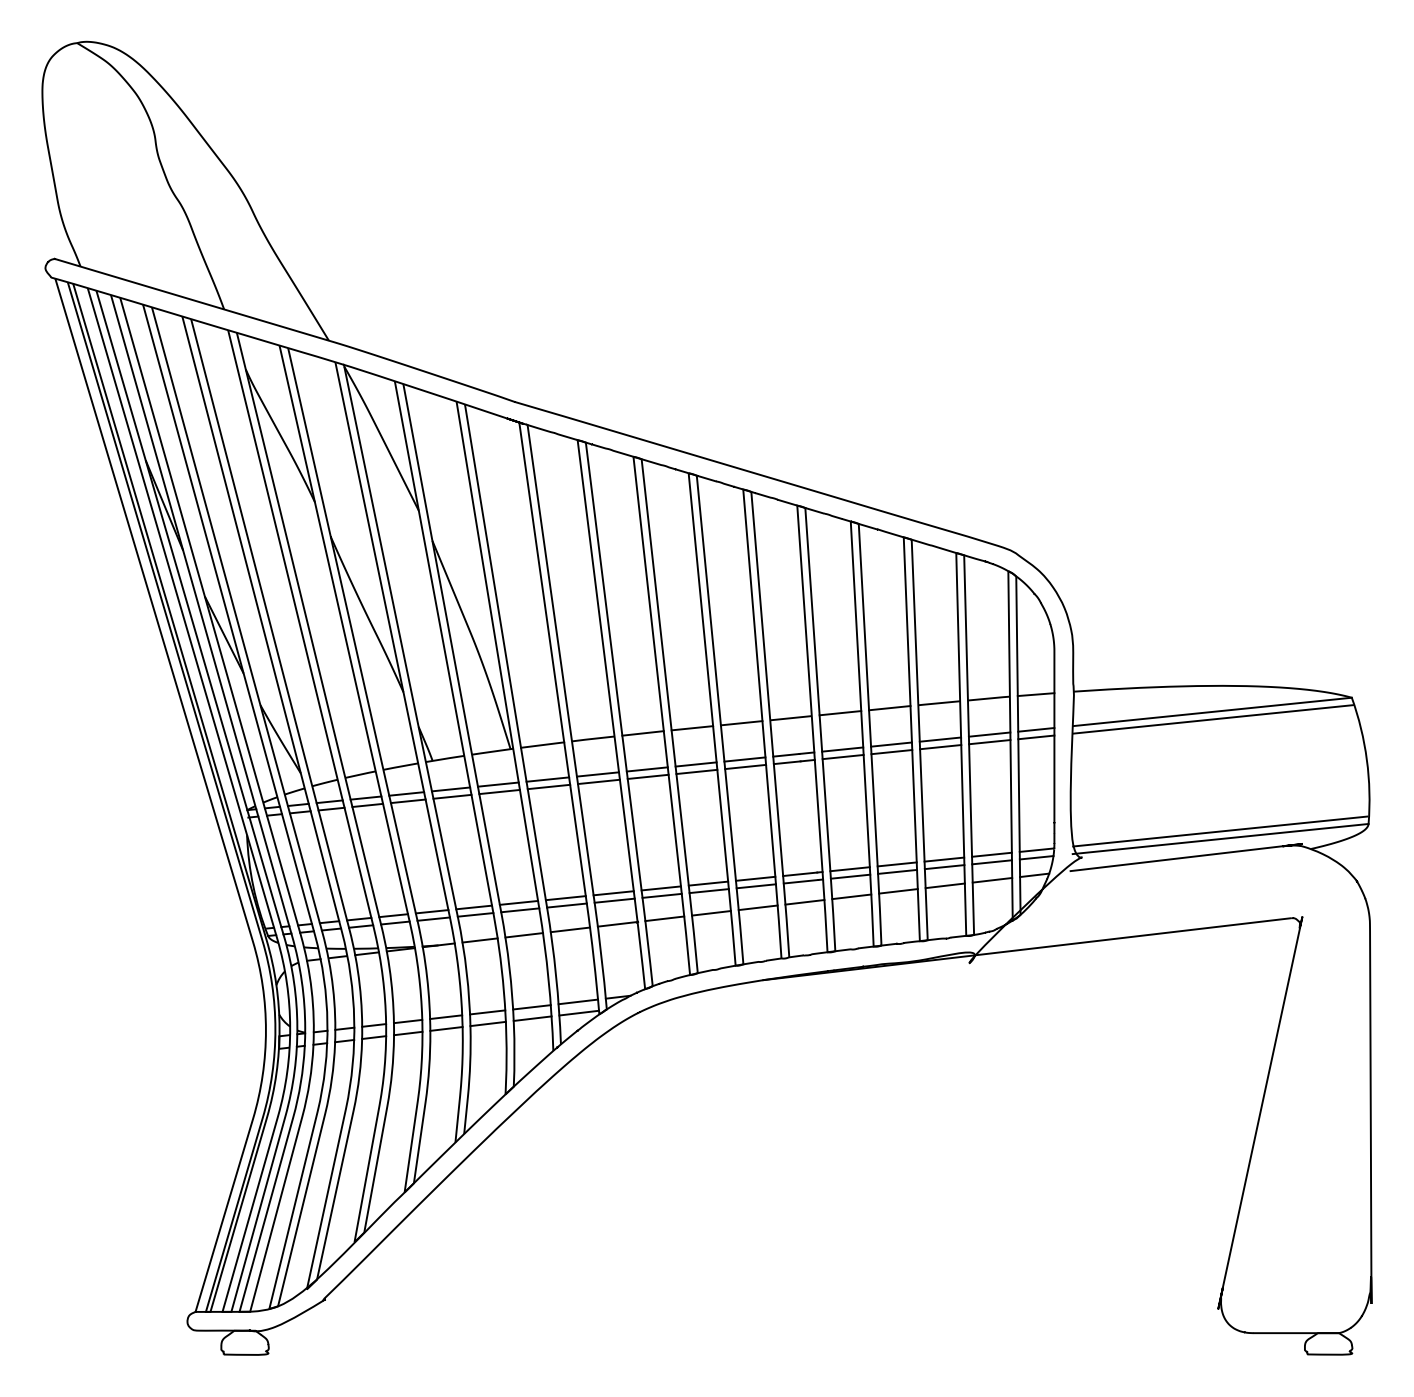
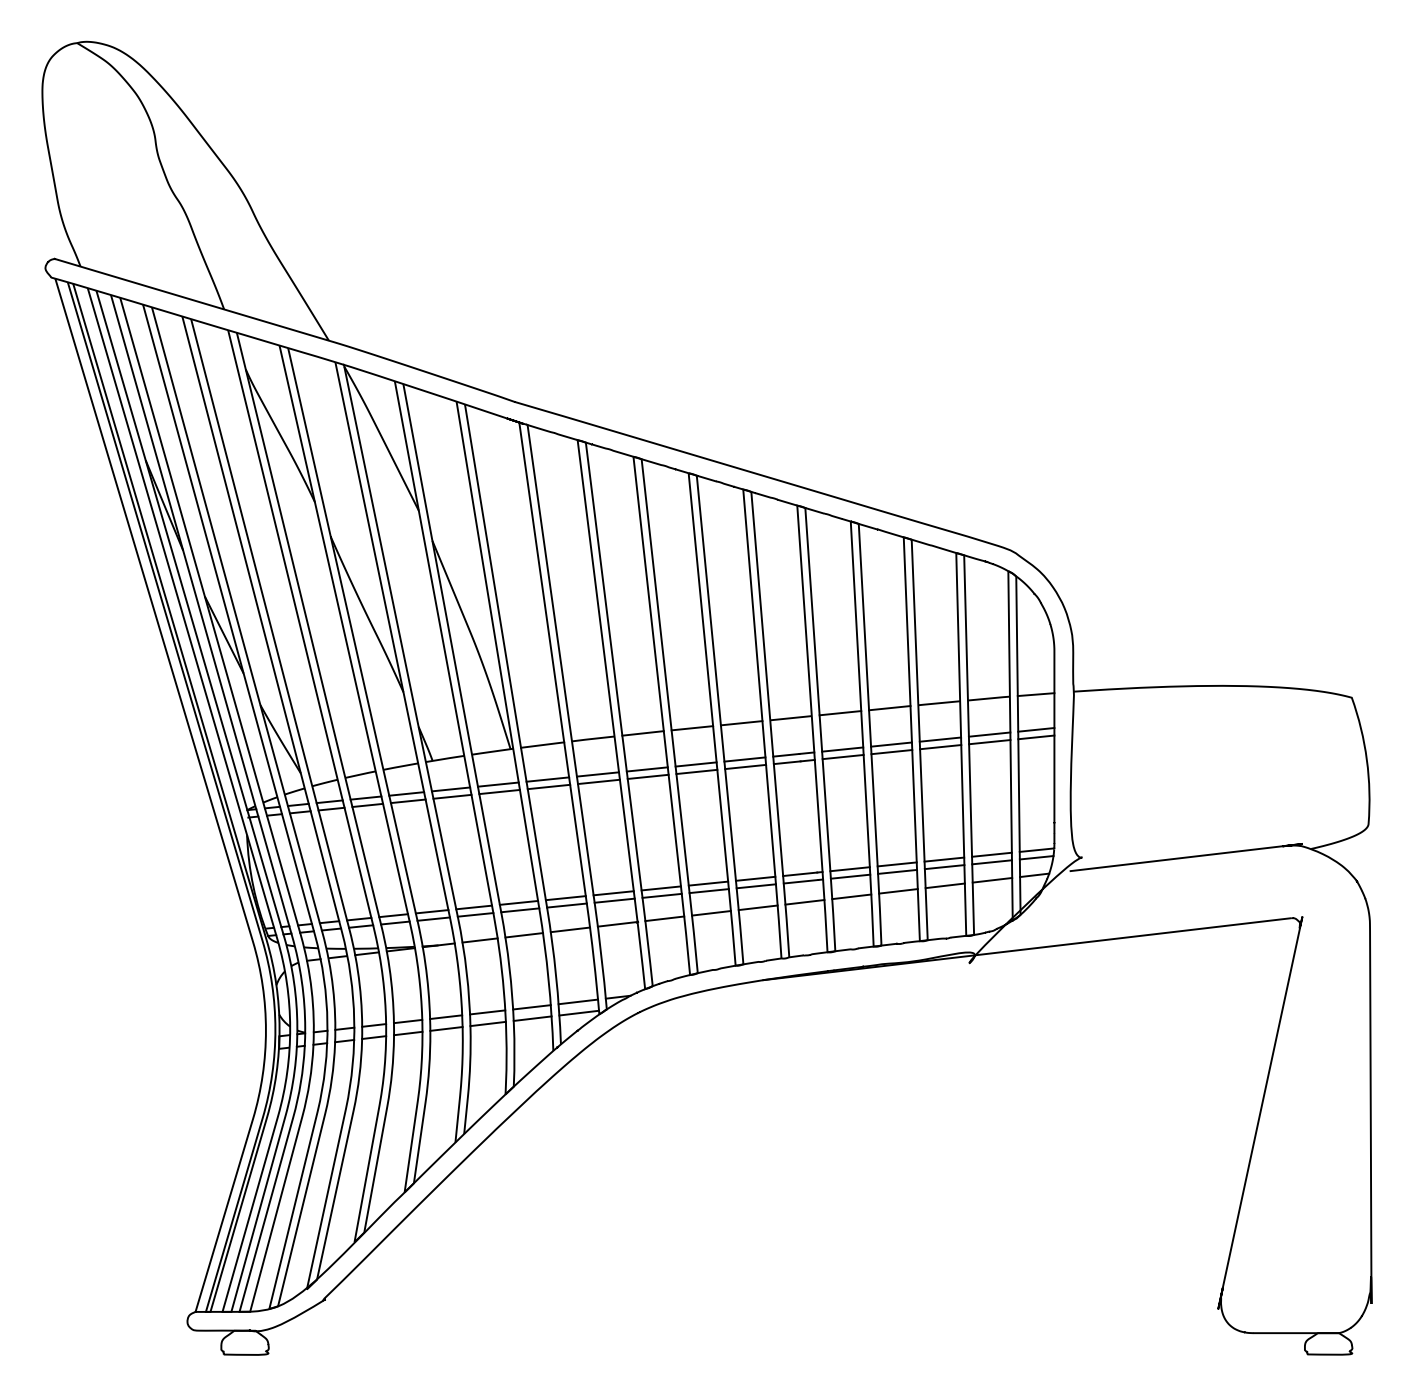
line at (1212, 711): present -> none
line at (1212, 719): present -> none
line at (1220, 831): present -> none
line at (1220, 838): present -> none
